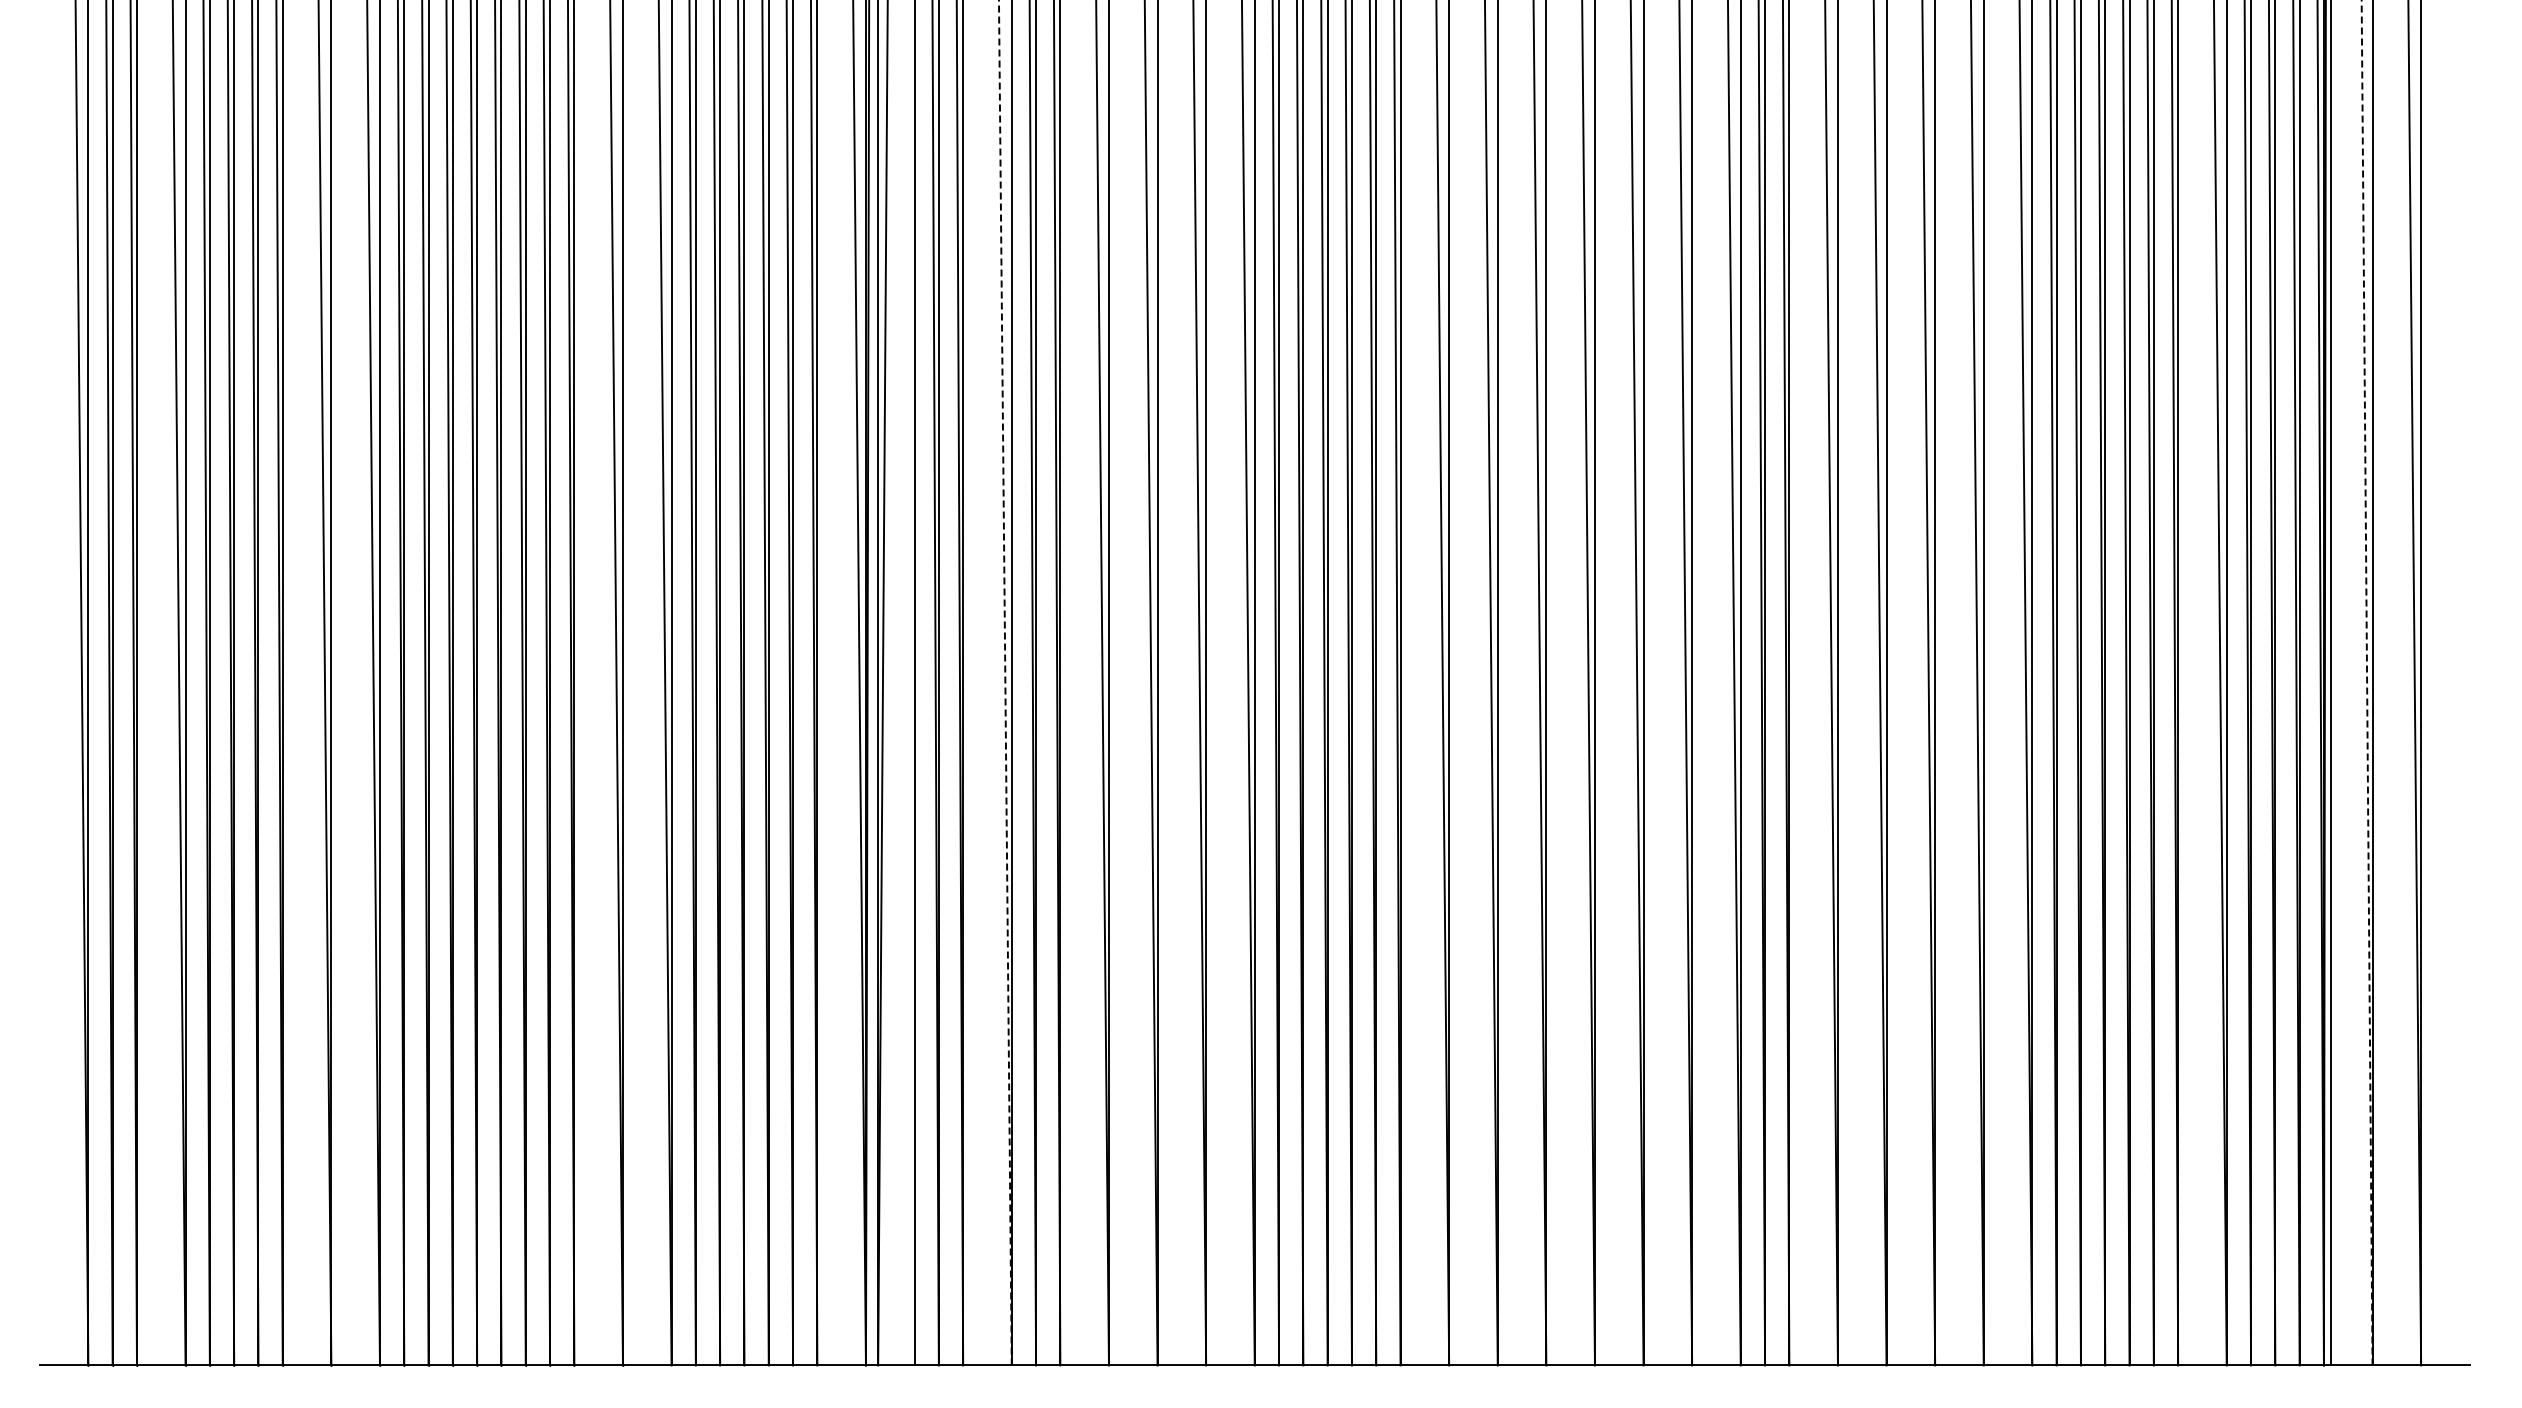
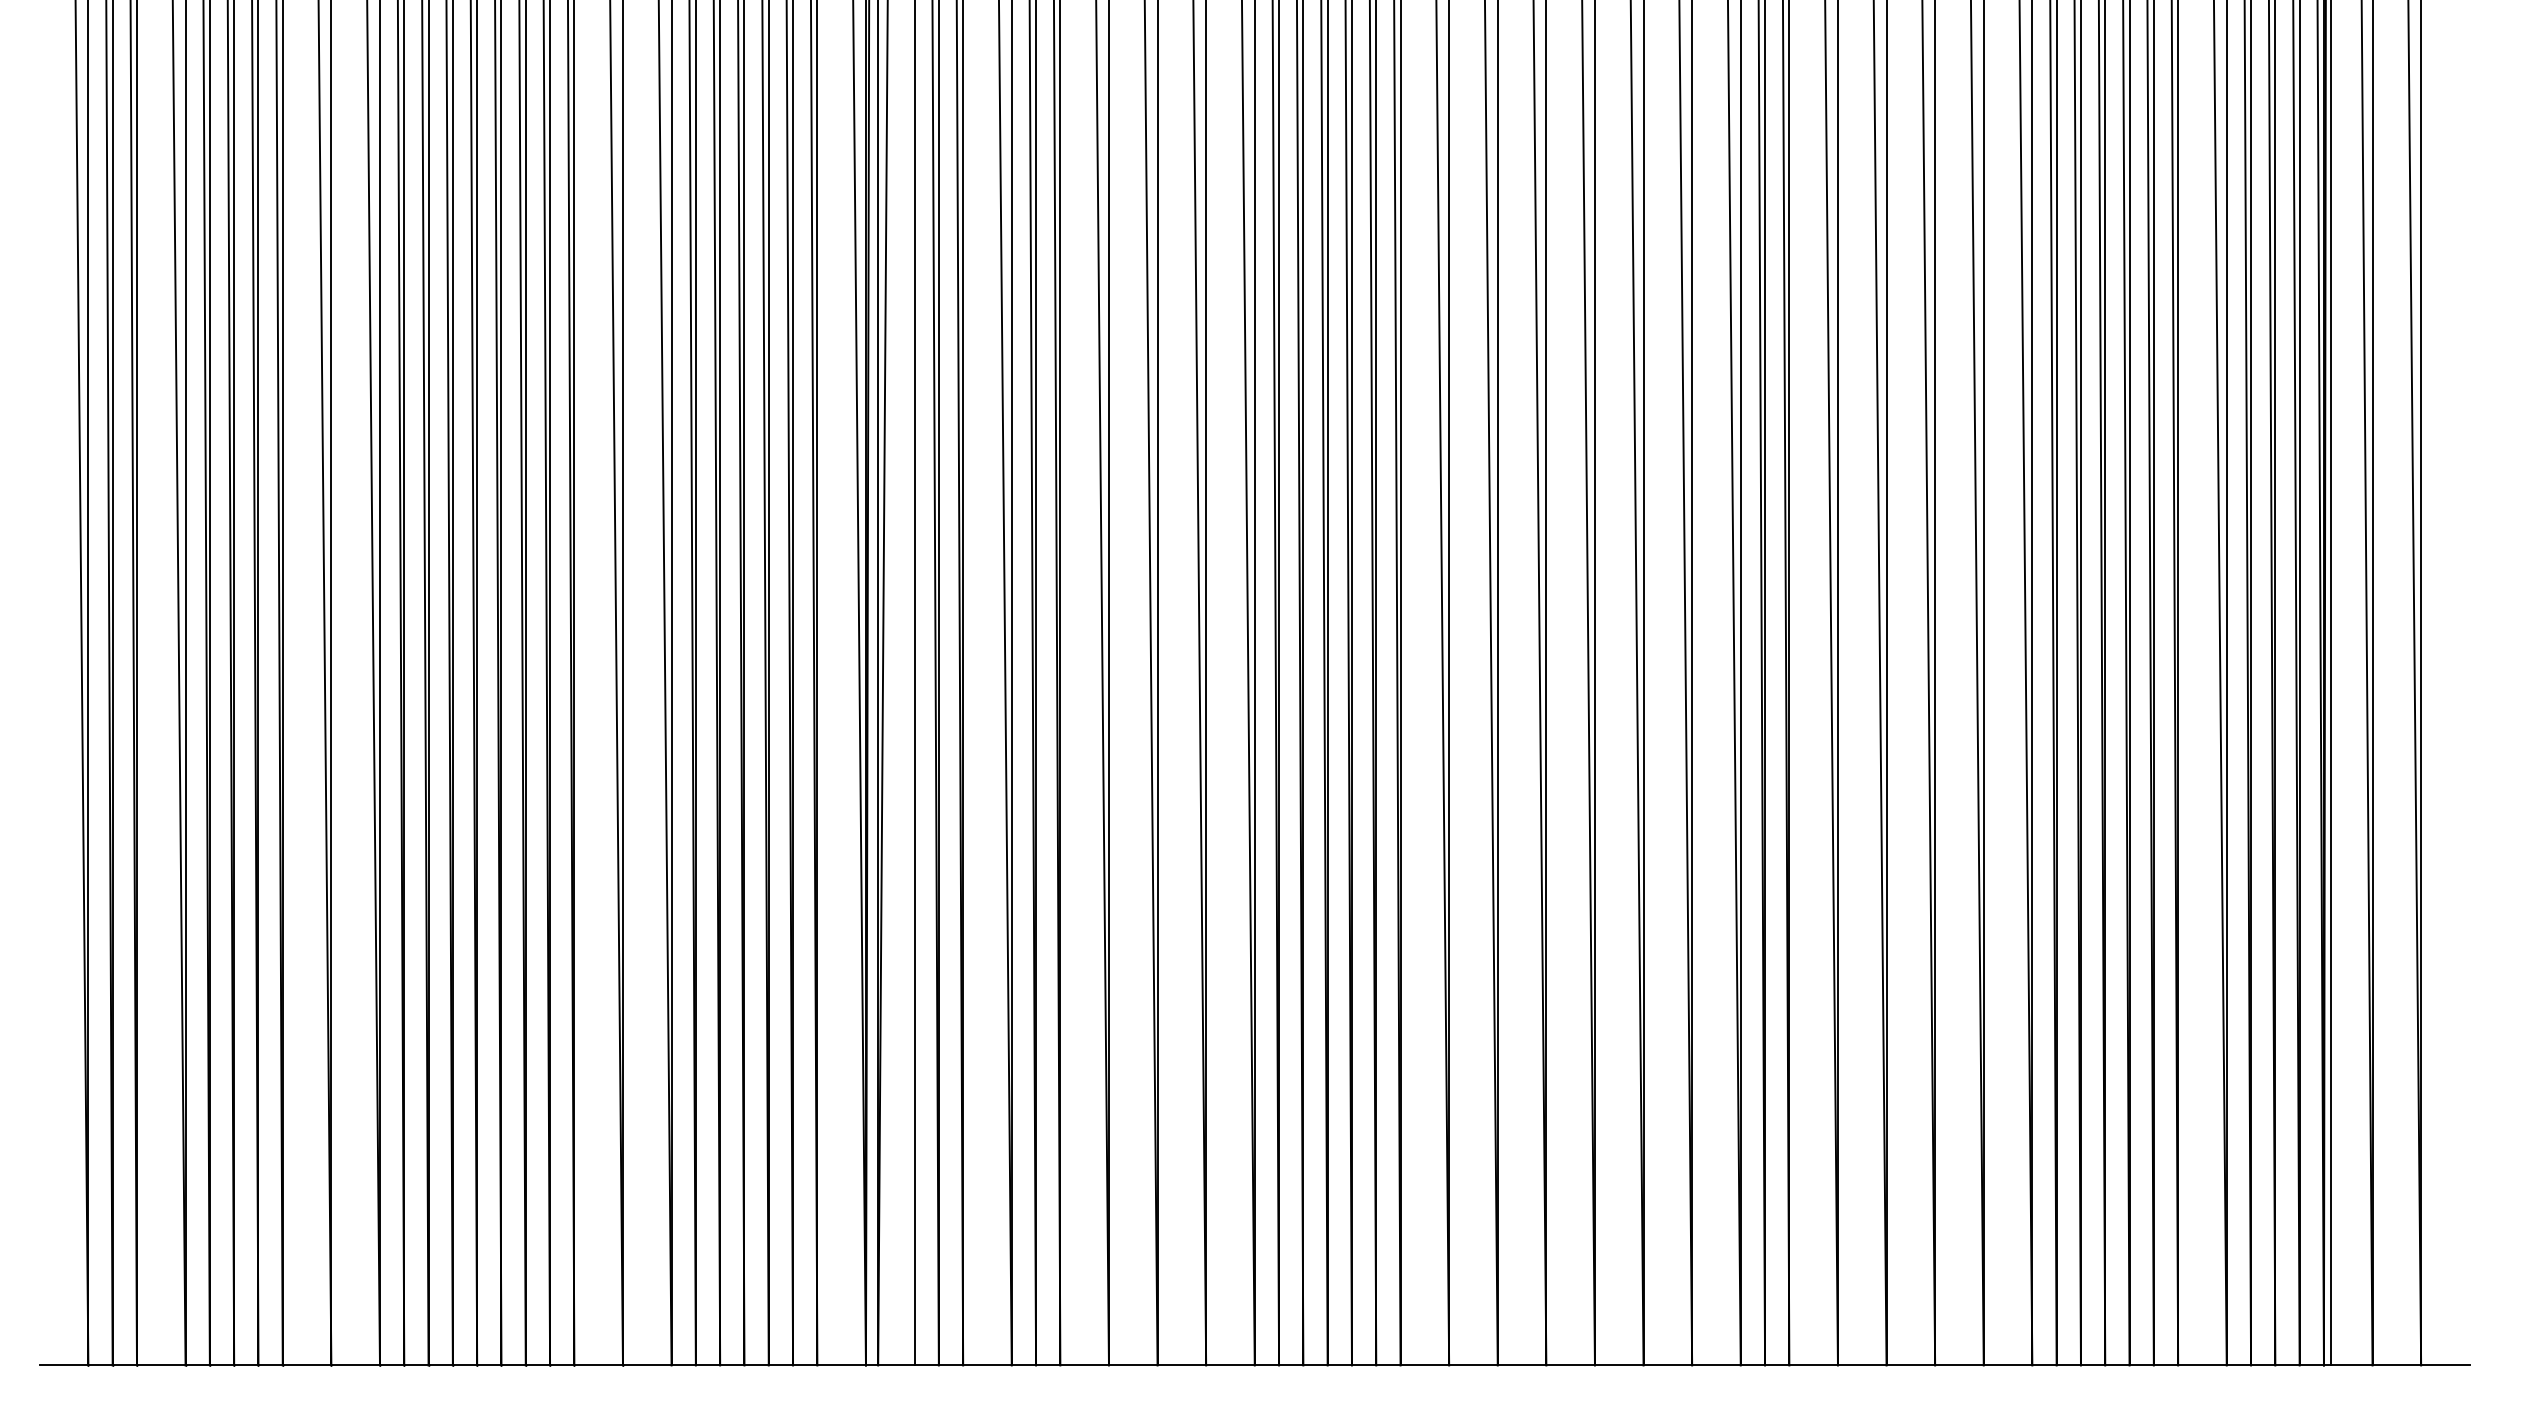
line at (1005, 682): dashed -> solid
line at (2367, 682): dashed -> solid
